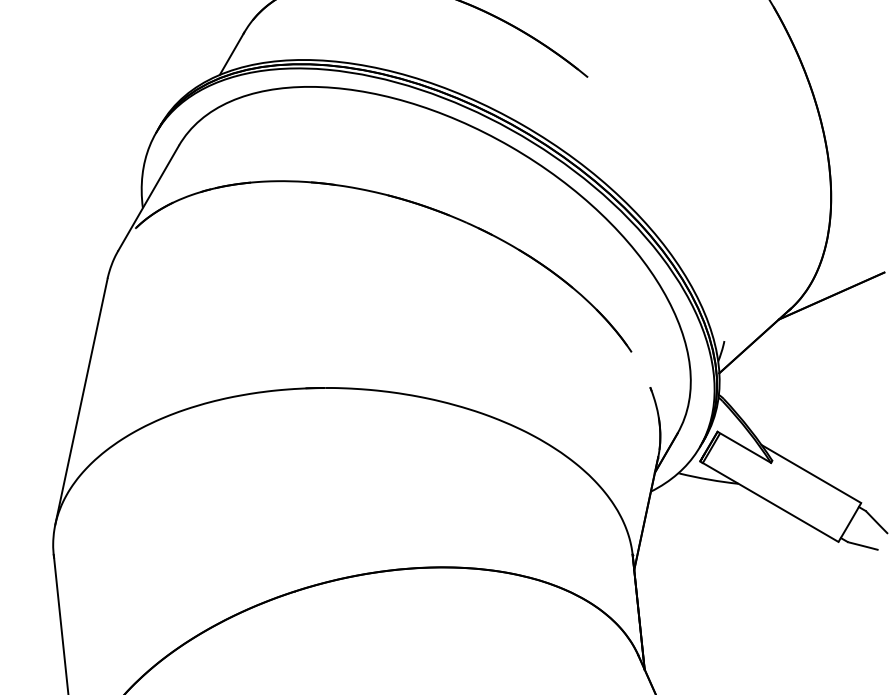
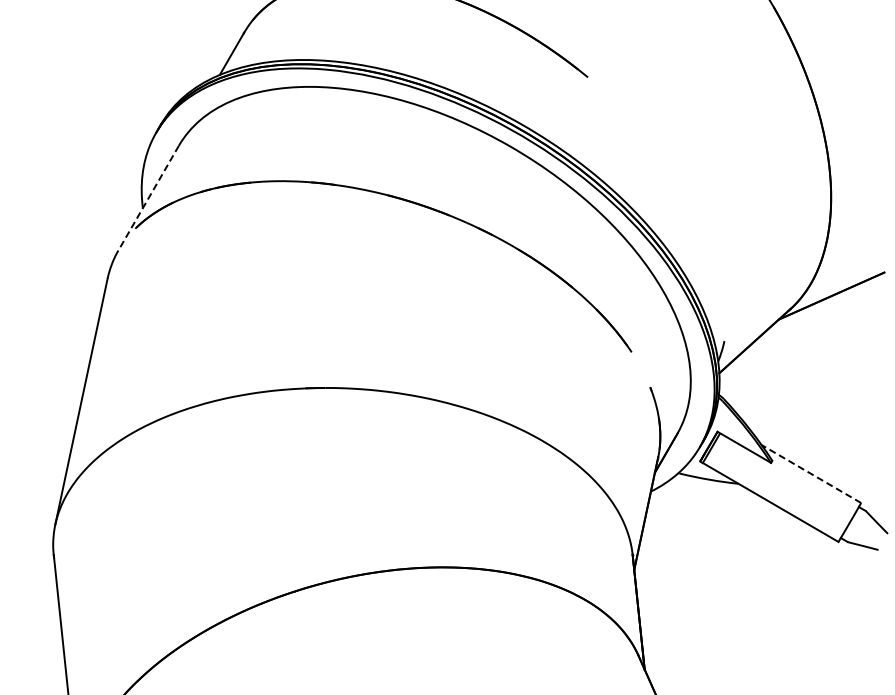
line at (148, 198): solid -> dashed
line at (811, 474): solid -> dashed
